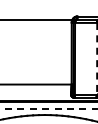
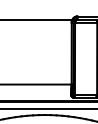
line at (97, 58): dashed -> solid
line at (48, 108): dashed -> solid
